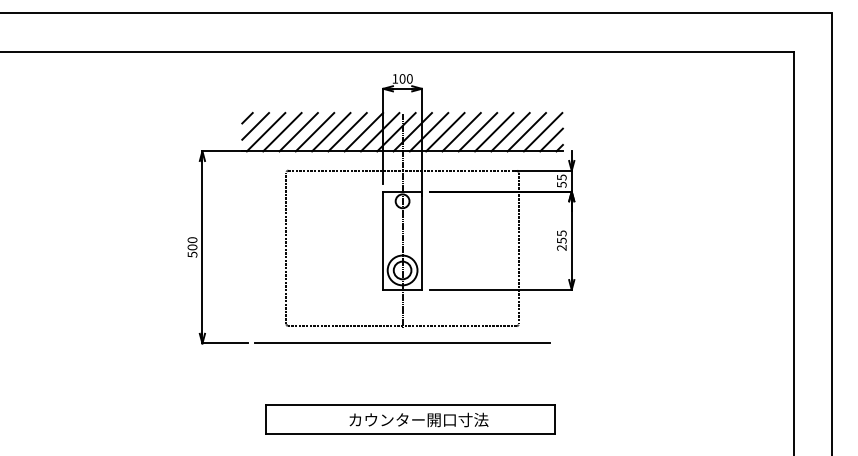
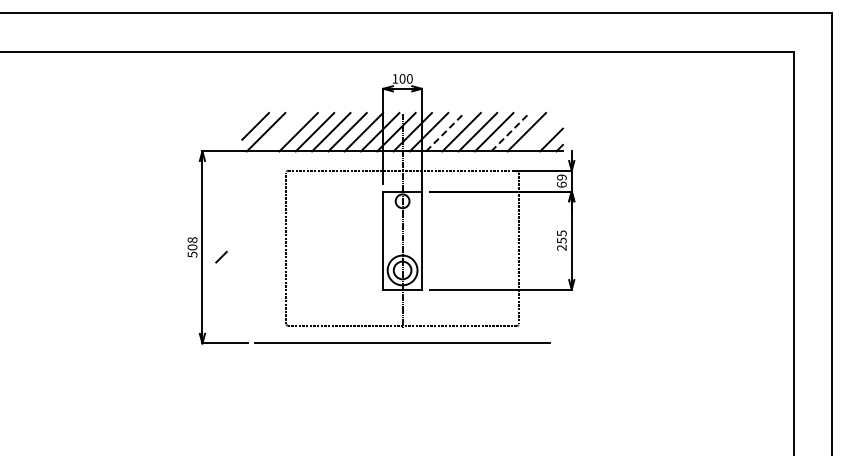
line at (247, 117) position: (247, 117) -> (221, 256)
line at (445, 131): solid -> dashed
line at (510, 131): solid -> dashed
line at (282, 132): present -> none
line at (542, 132): present -> none
text at (561, 180): 55 -> 69
text at (192, 240): 500 -> 508
part at (410, 419): present -> none
